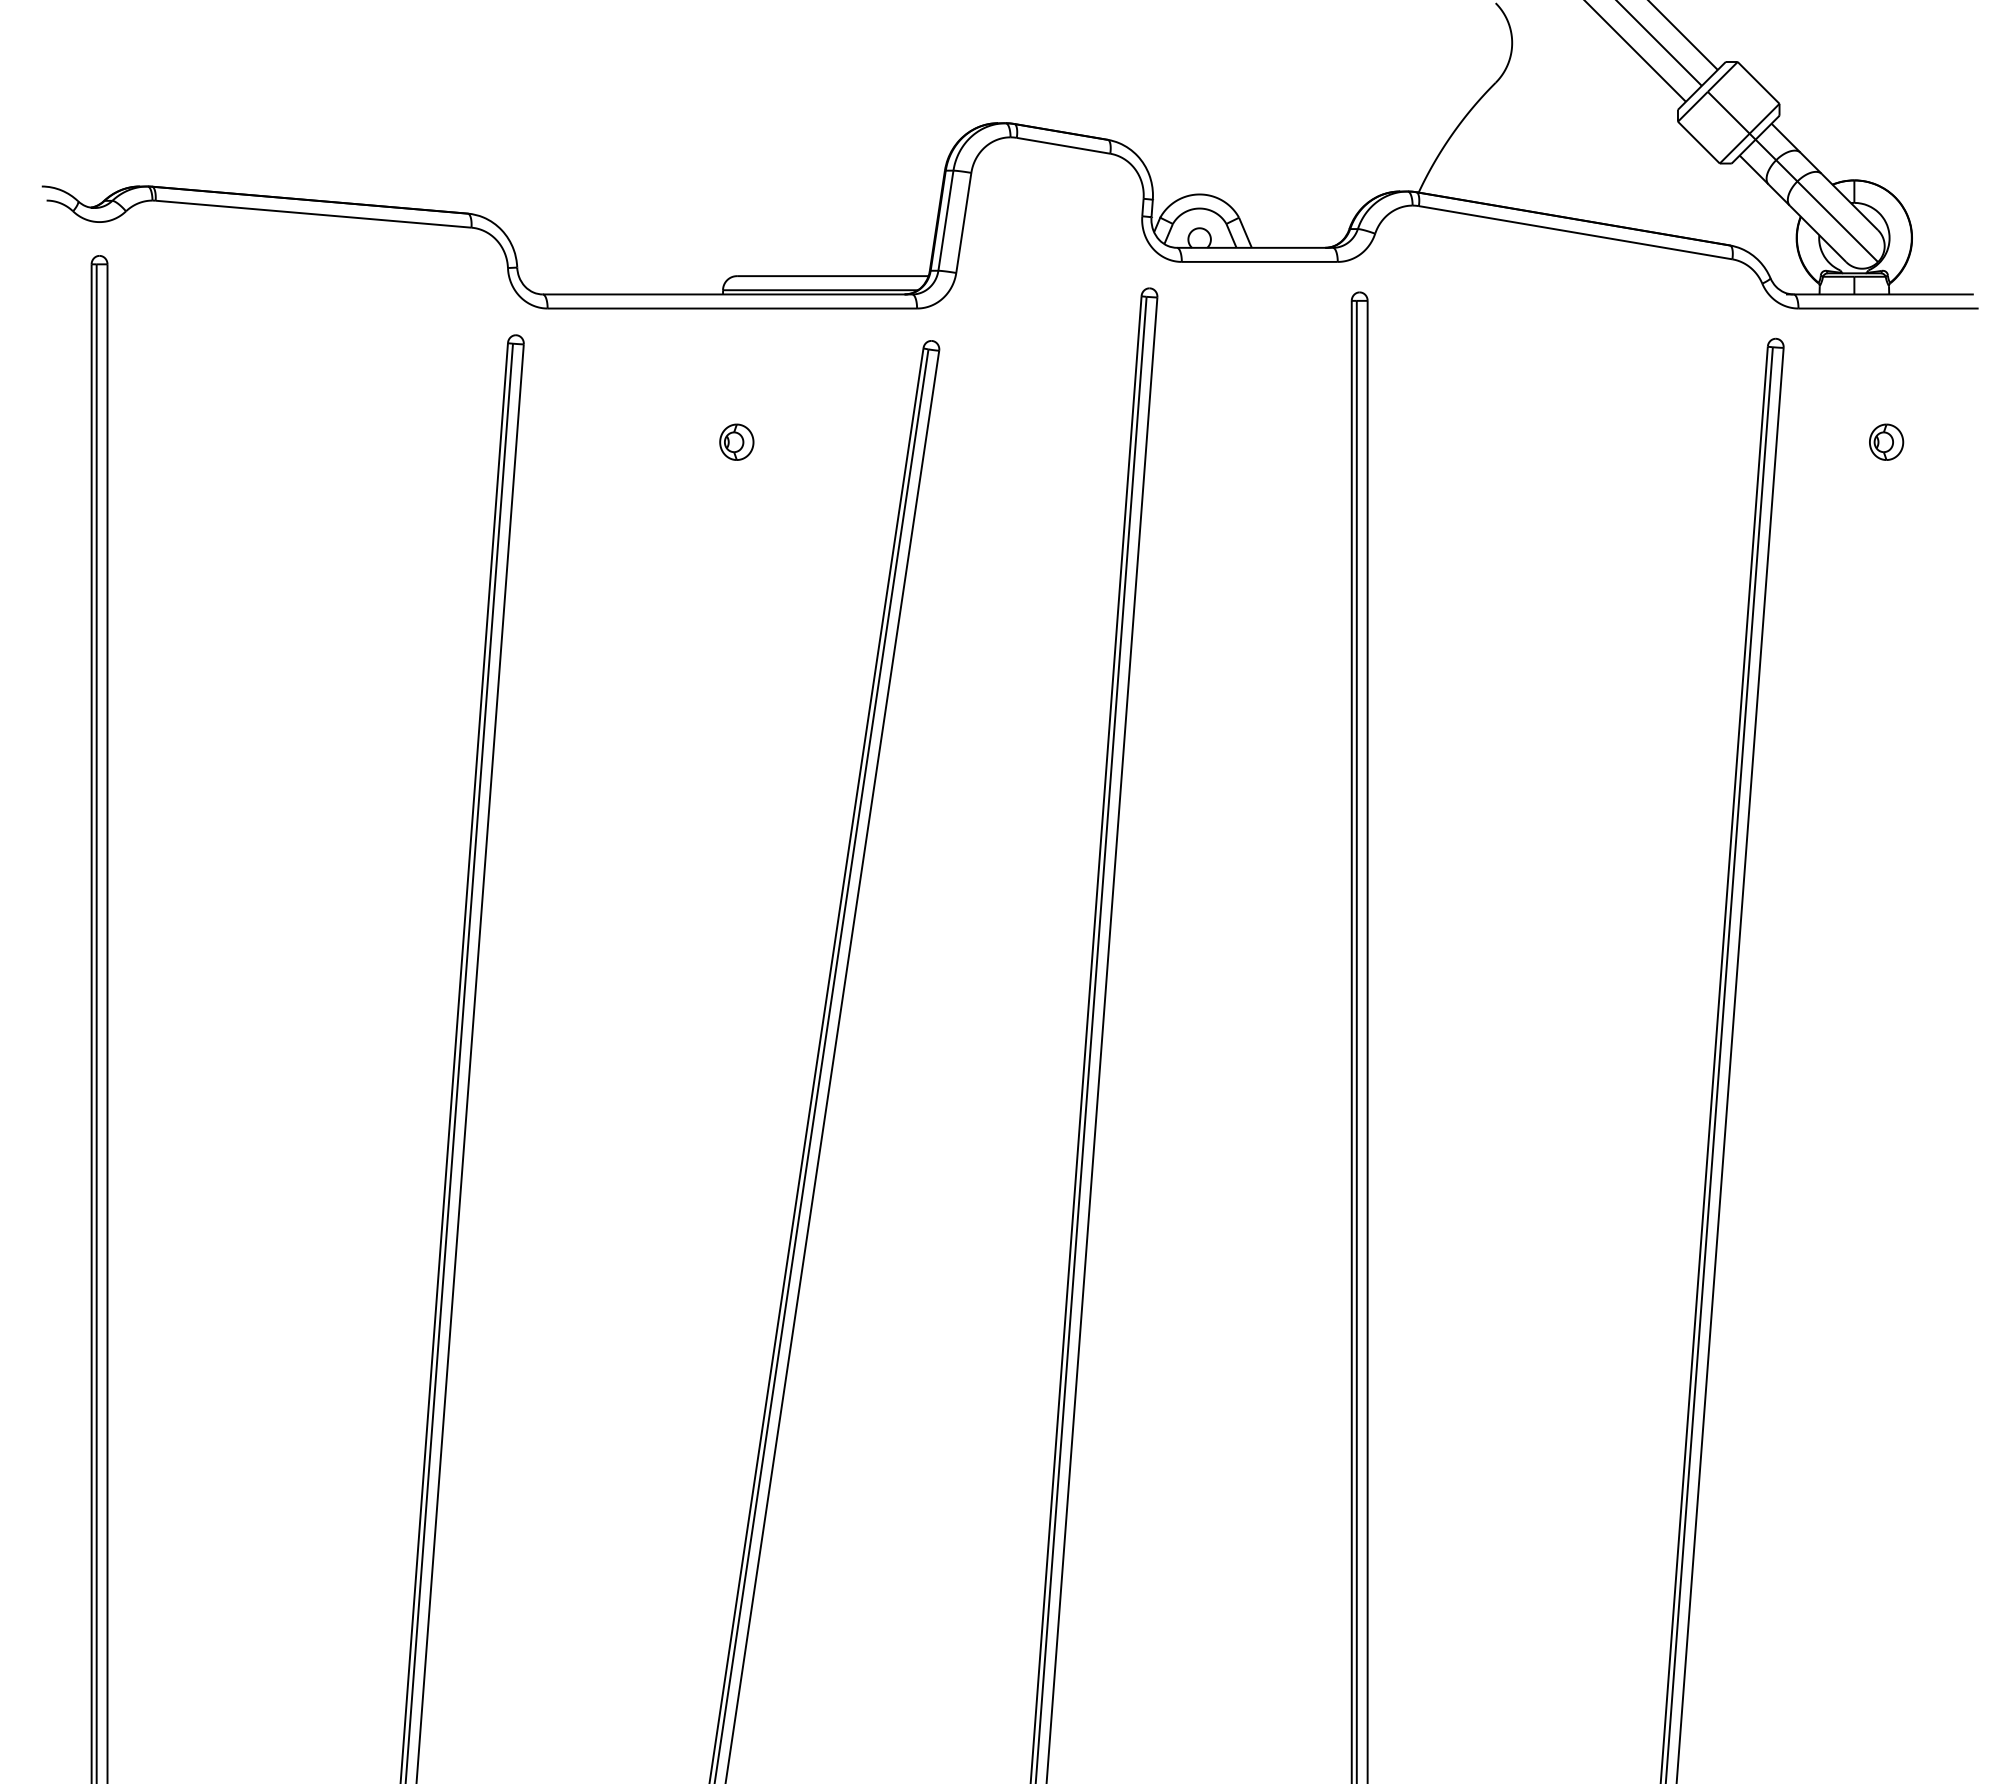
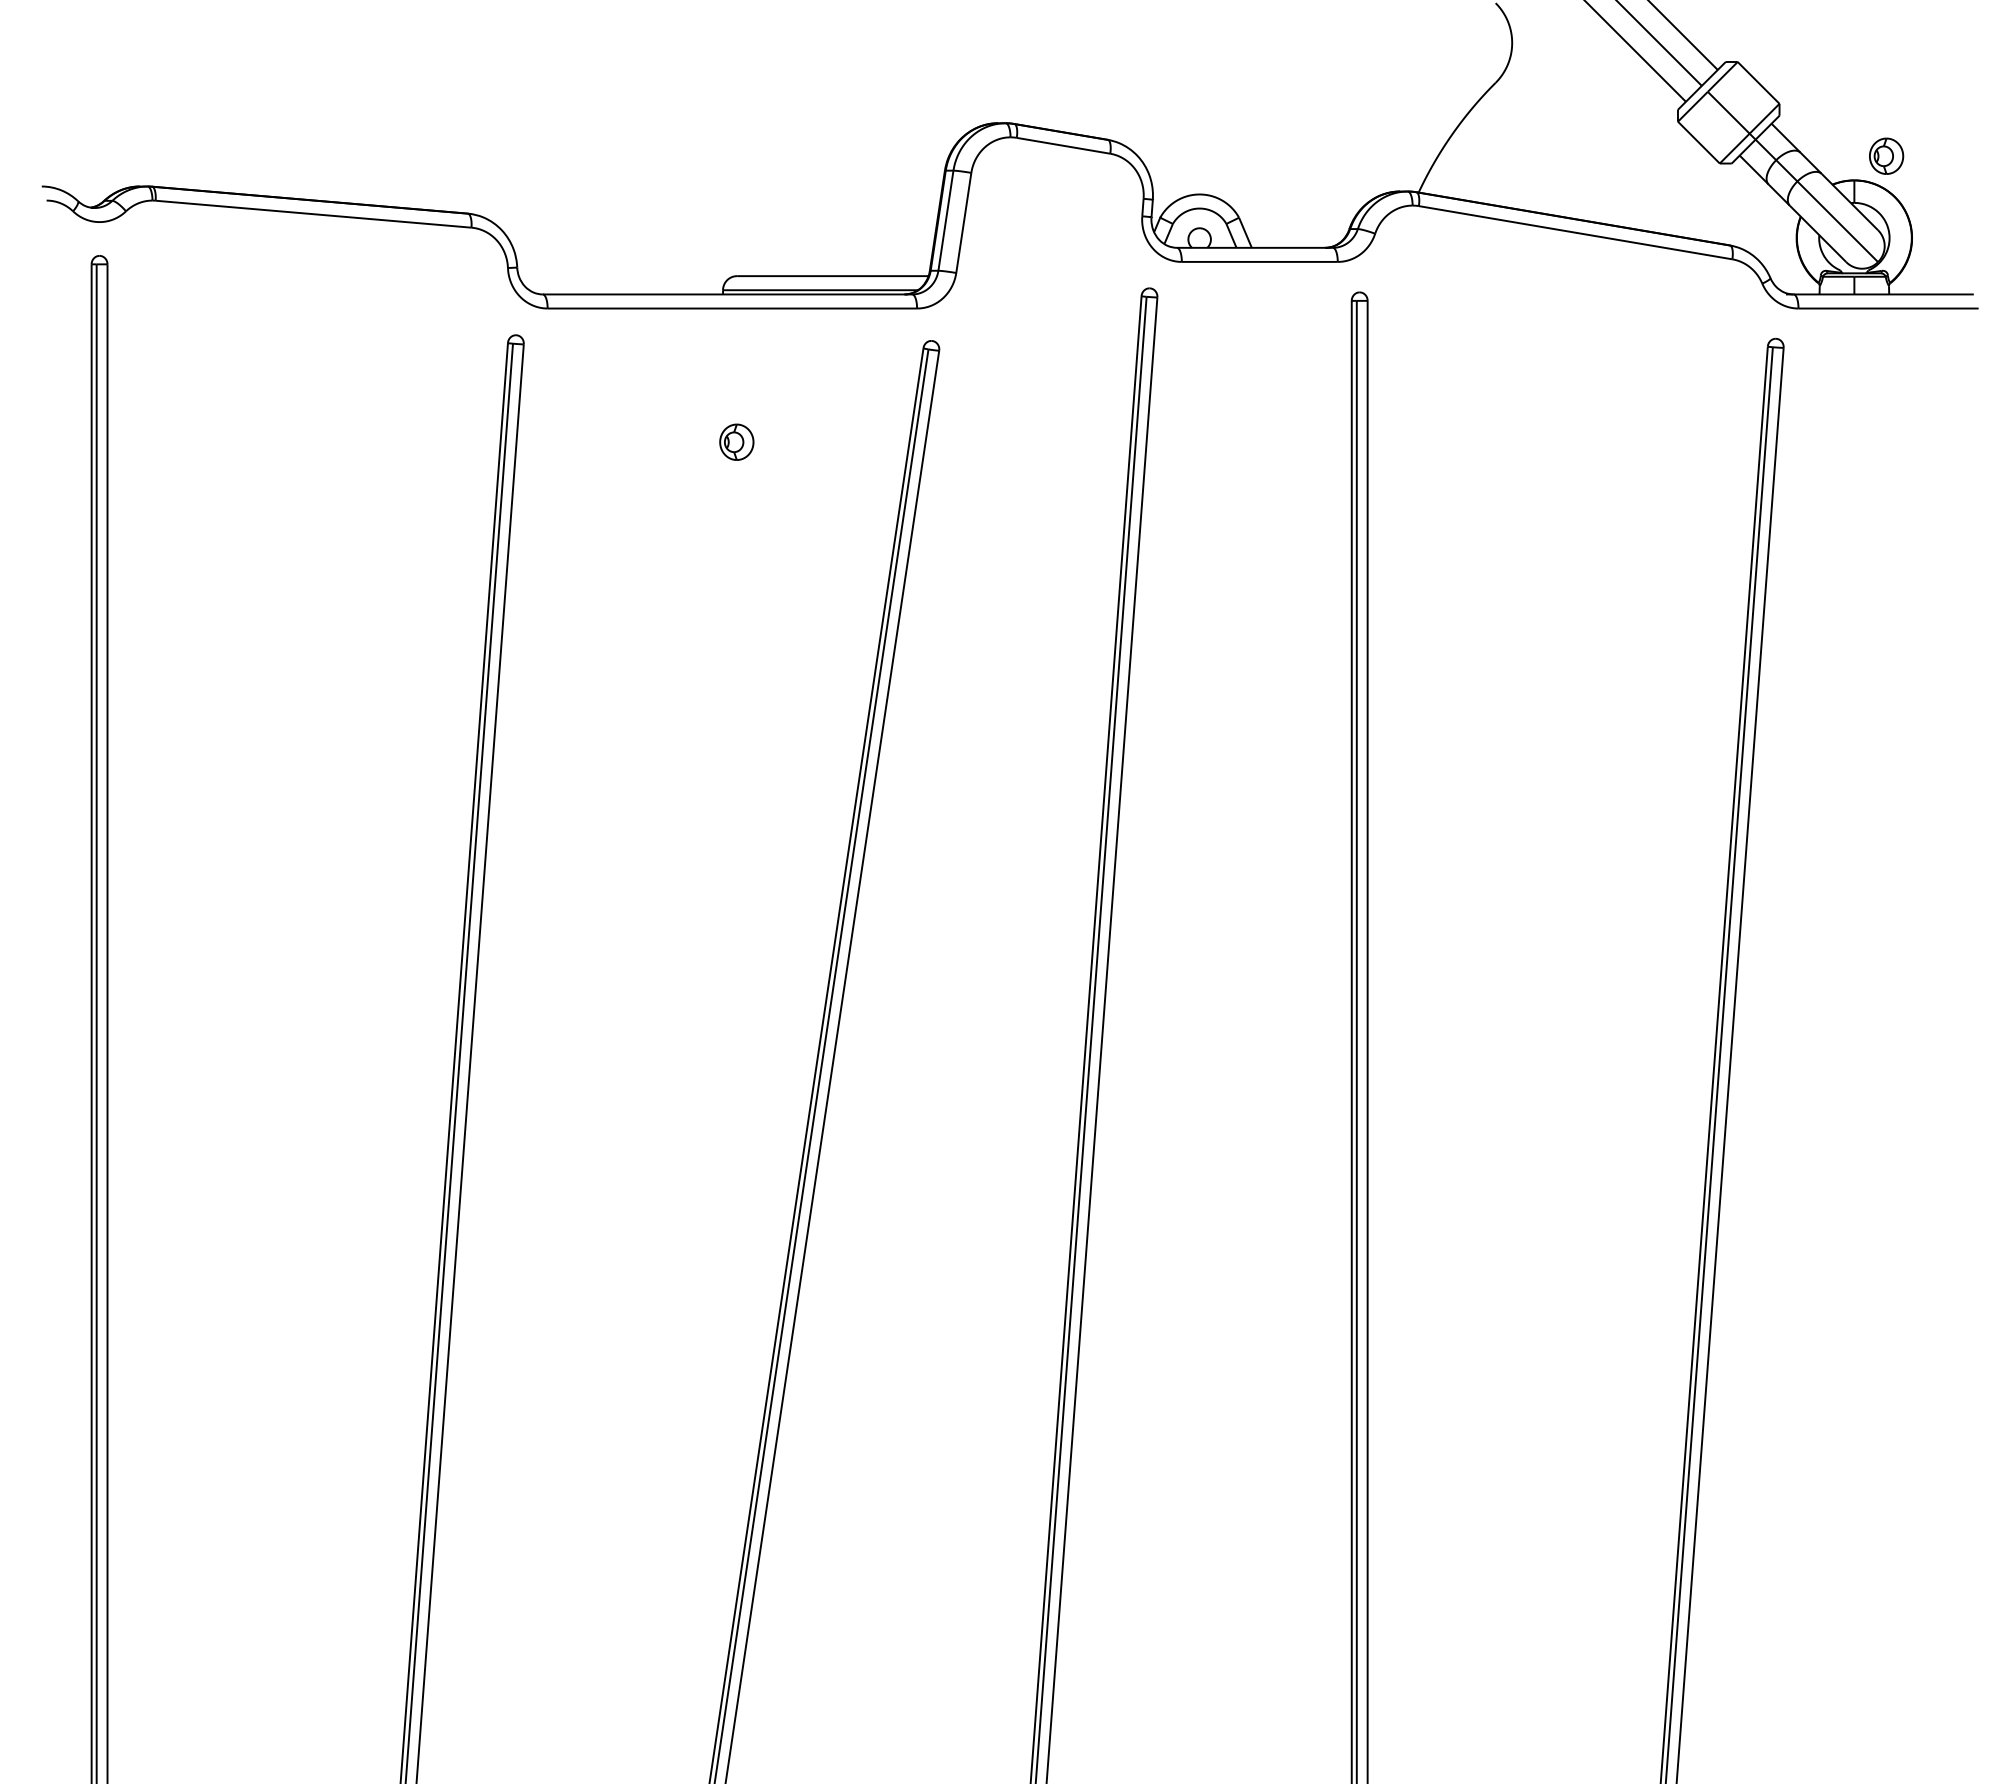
part at (1886, 441) position: (1886, 441) -> (1886, 155)
